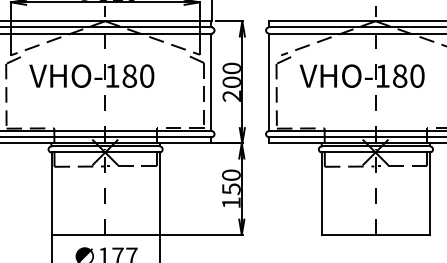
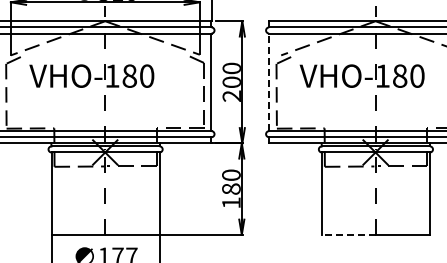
line at (269, 82): solid -> dashed
text at (231, 189): 150 -> 180
line at (348, 234): solid -> dashed
